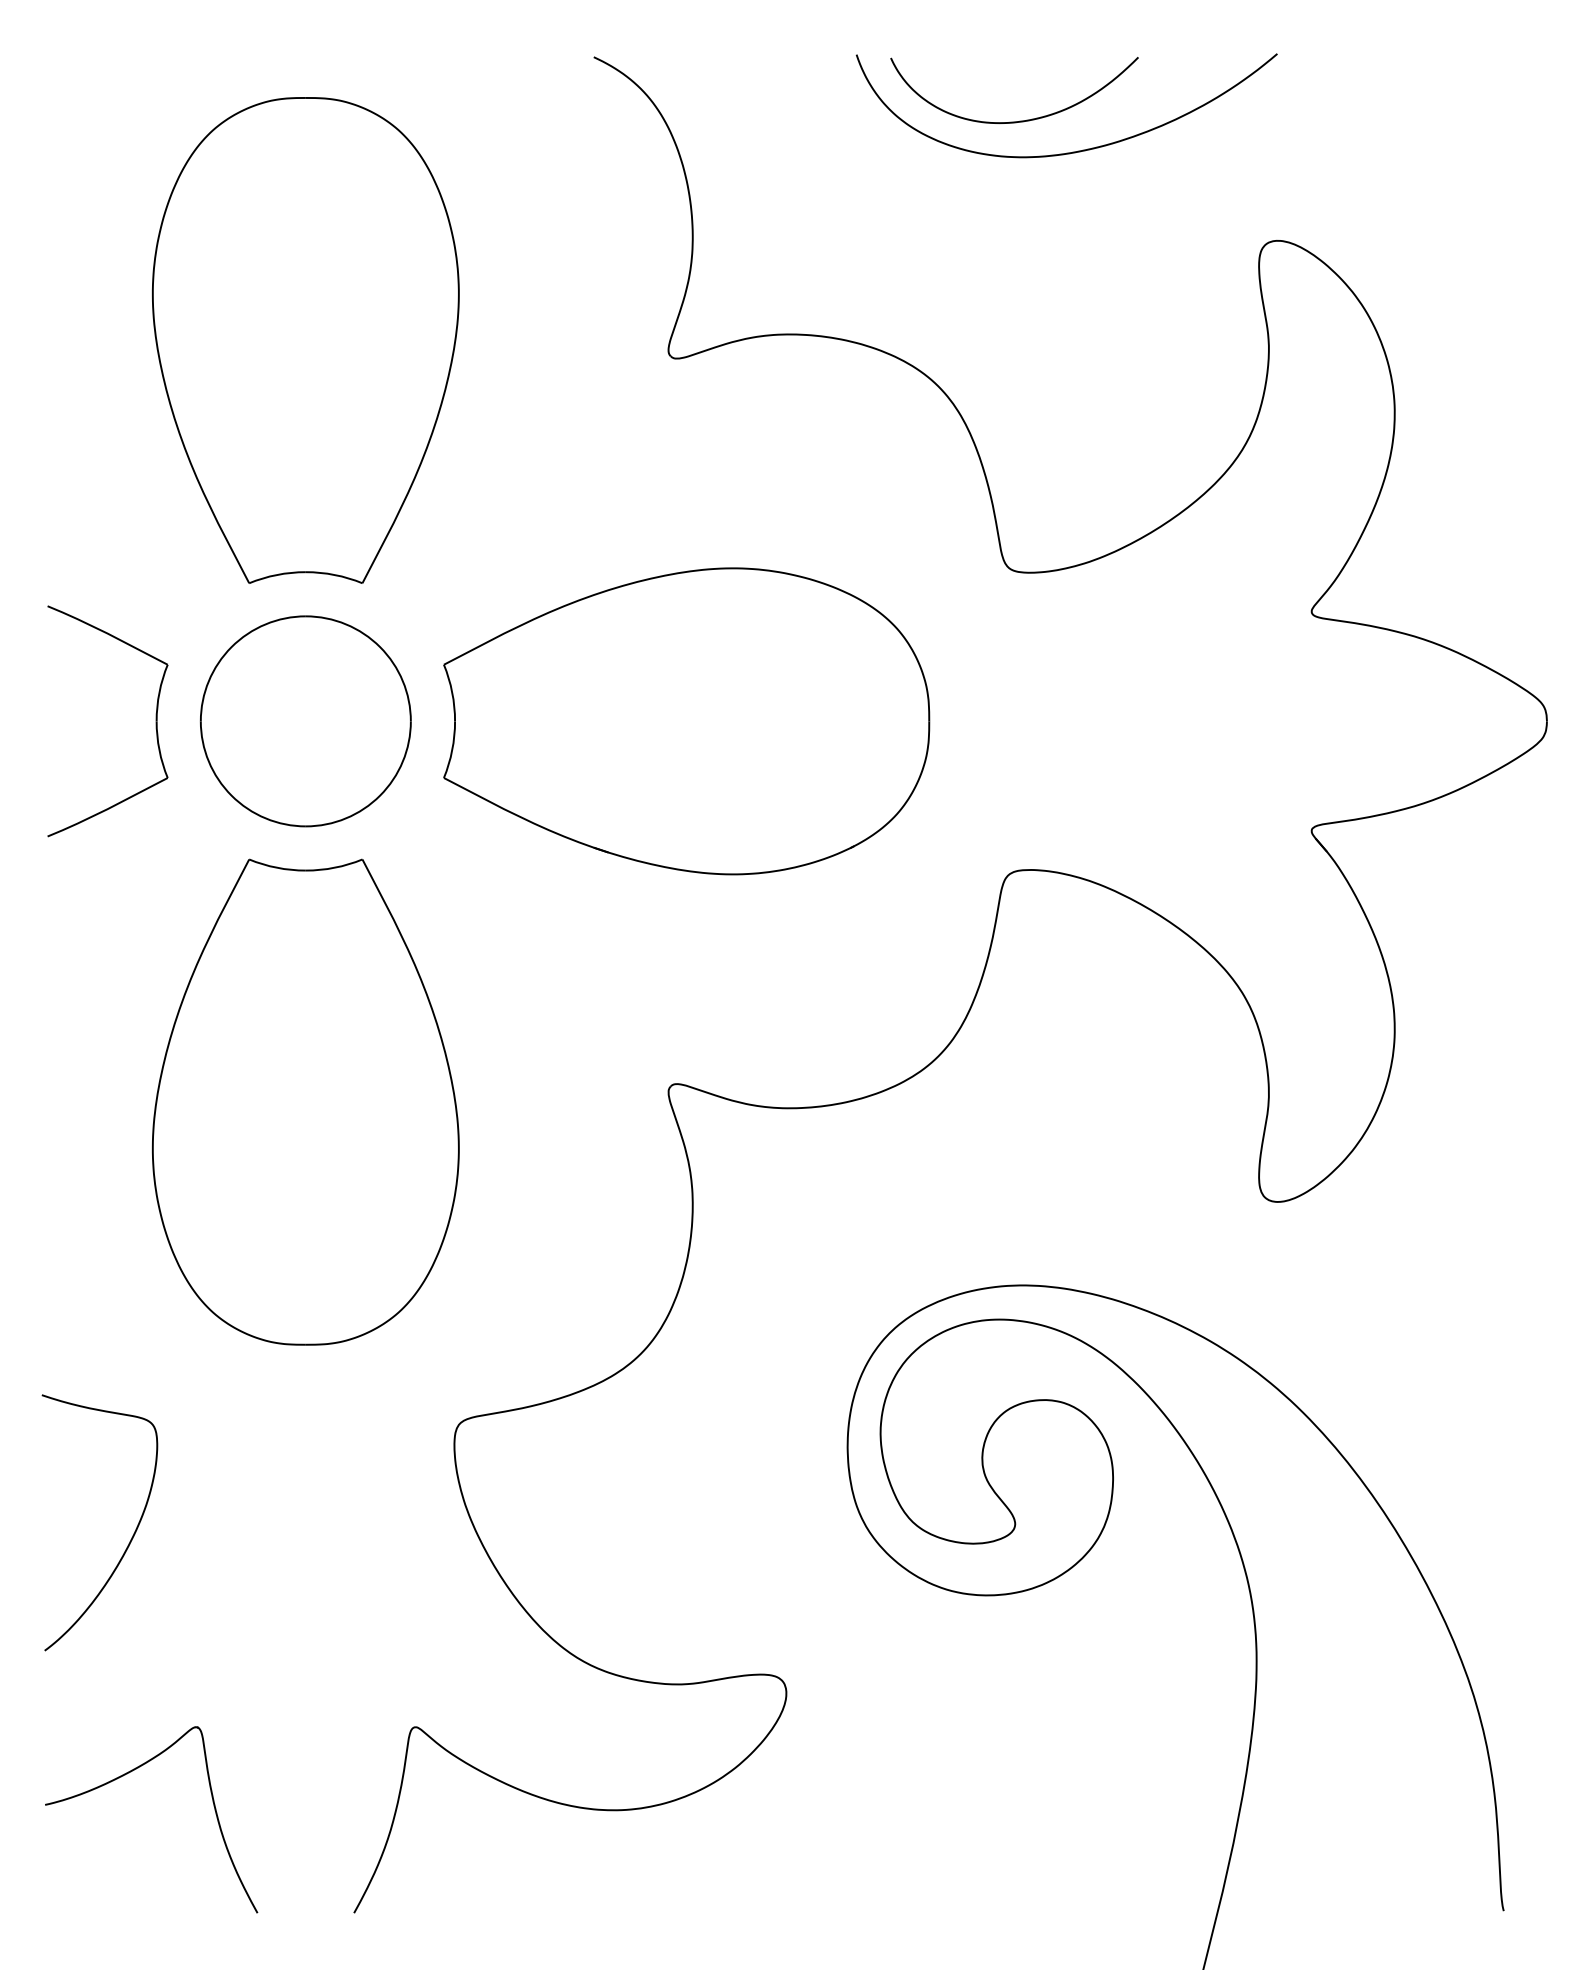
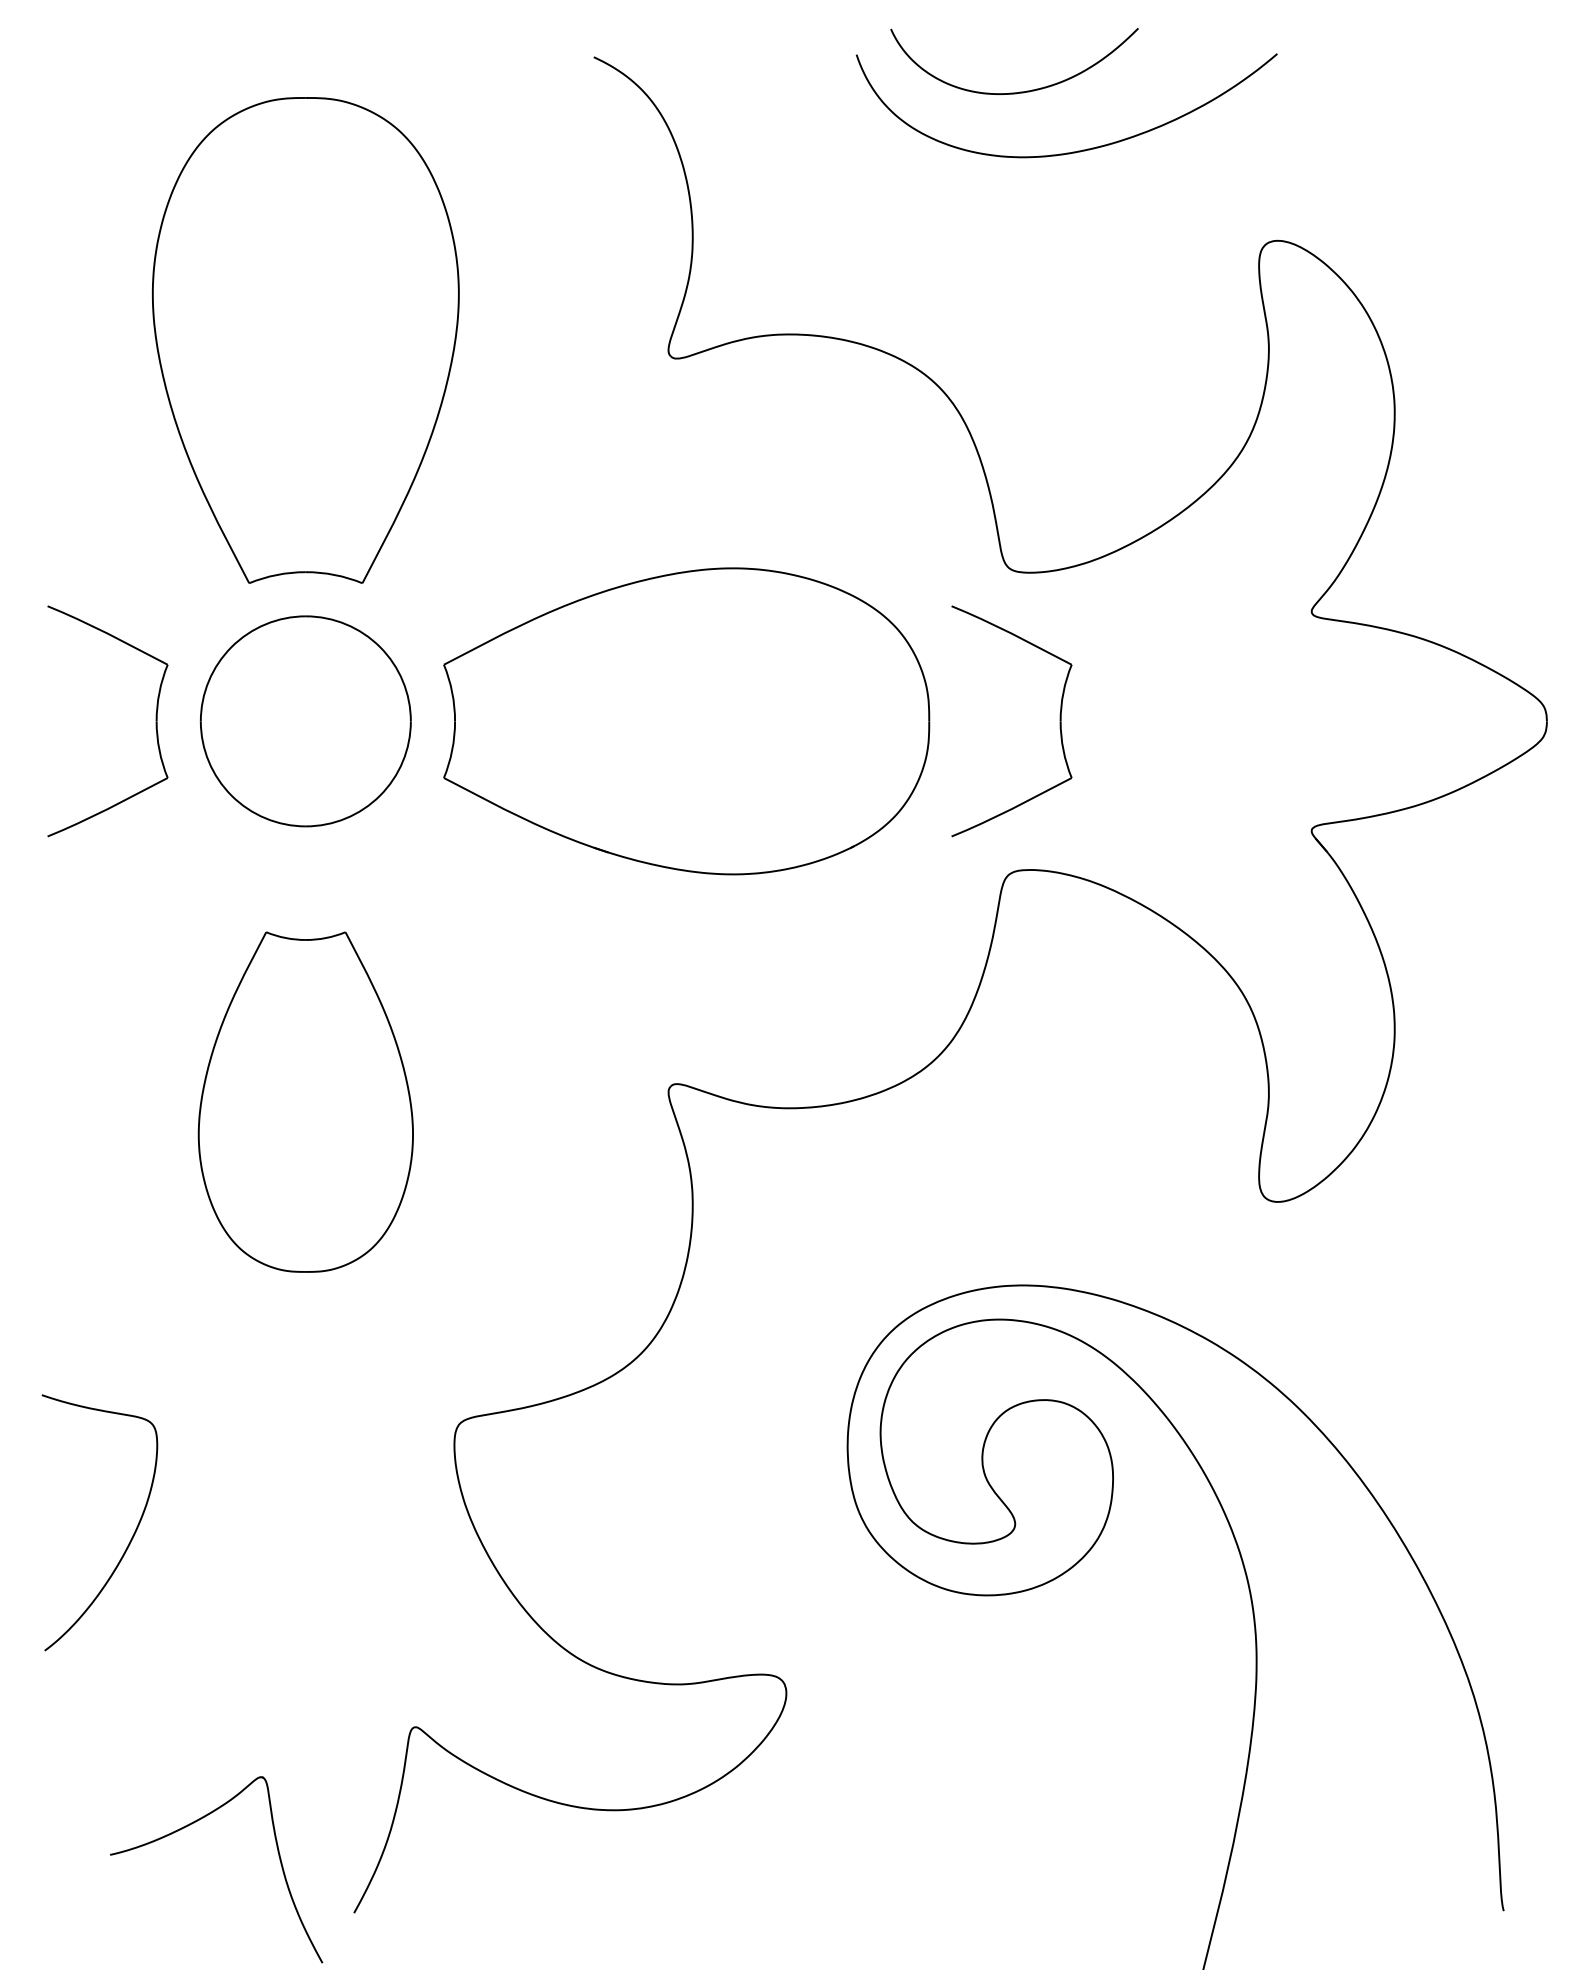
curve at (1019, 120) position: (1019, 120) -> (1019, 91)
part at (1059, 721): none -> present
part at (305, 1101) size: 308x488 px -> 217x342 px
curve at (129, 1773) position: (129, 1773) -> (194, 1823)
